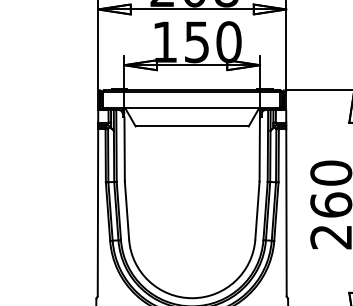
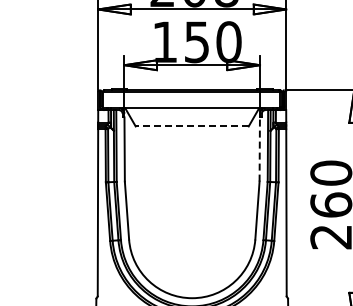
line at (192, 126): solid -> dashed
line at (259, 149): solid -> dashed
